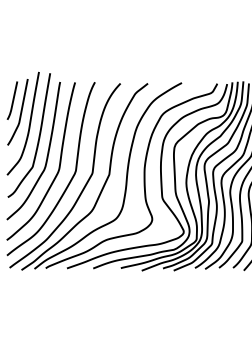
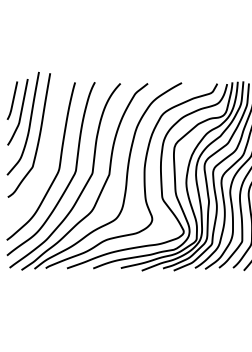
curve at (46, 156): present -> none
